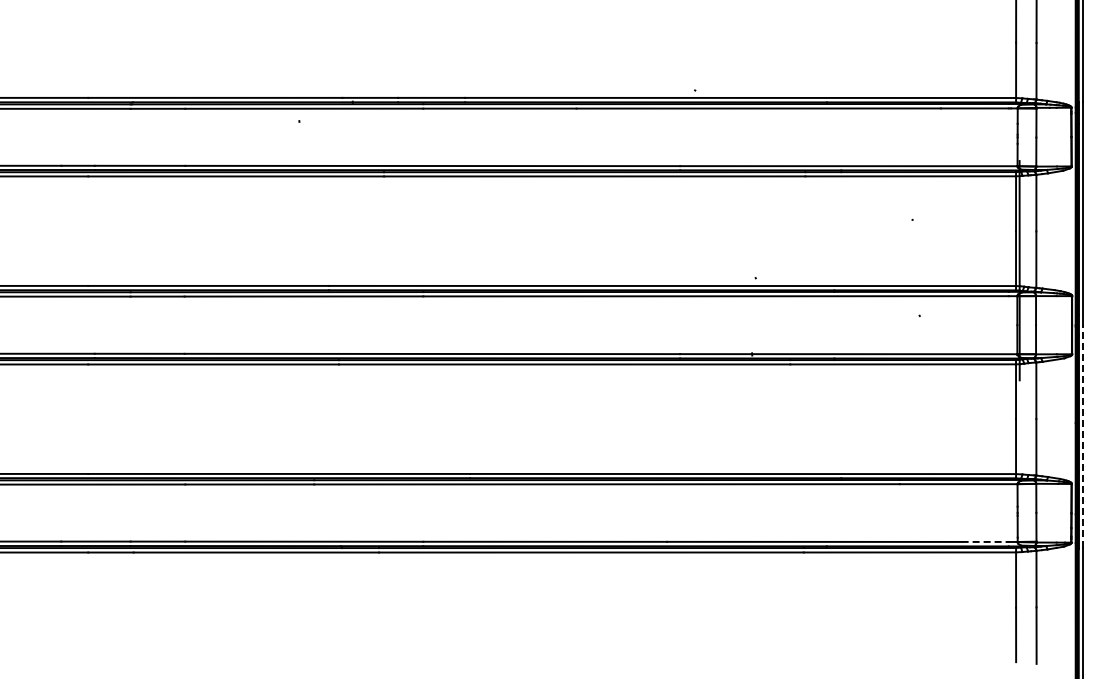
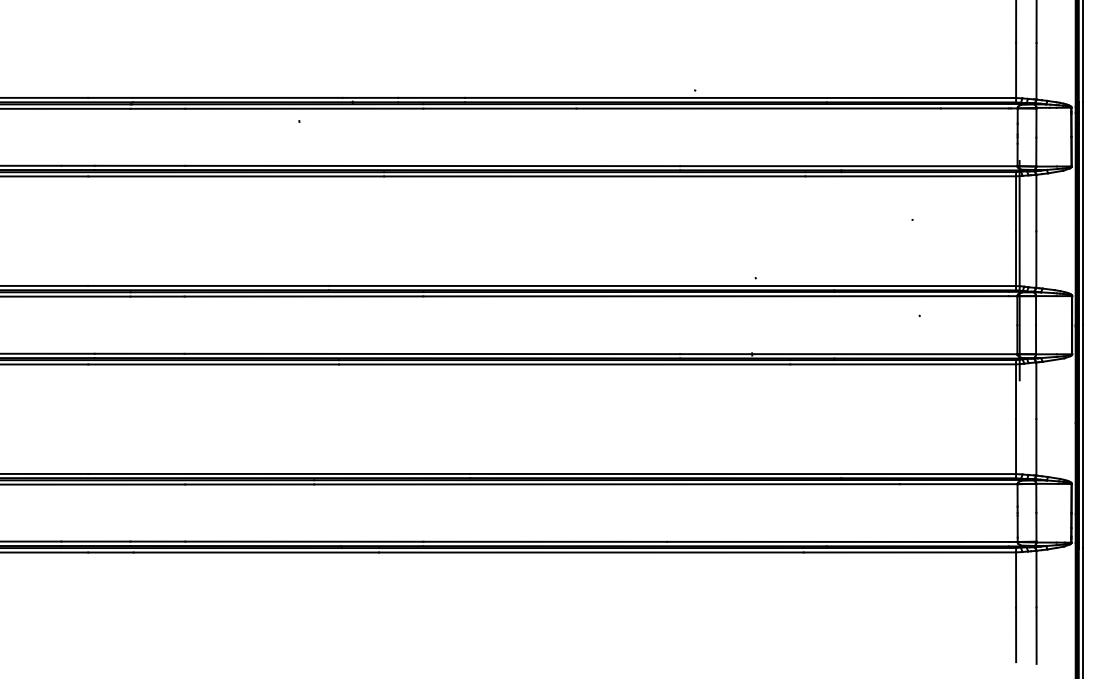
line at (1083, 436): dashed -> solid
line at (985, 541): dashed -> solid
